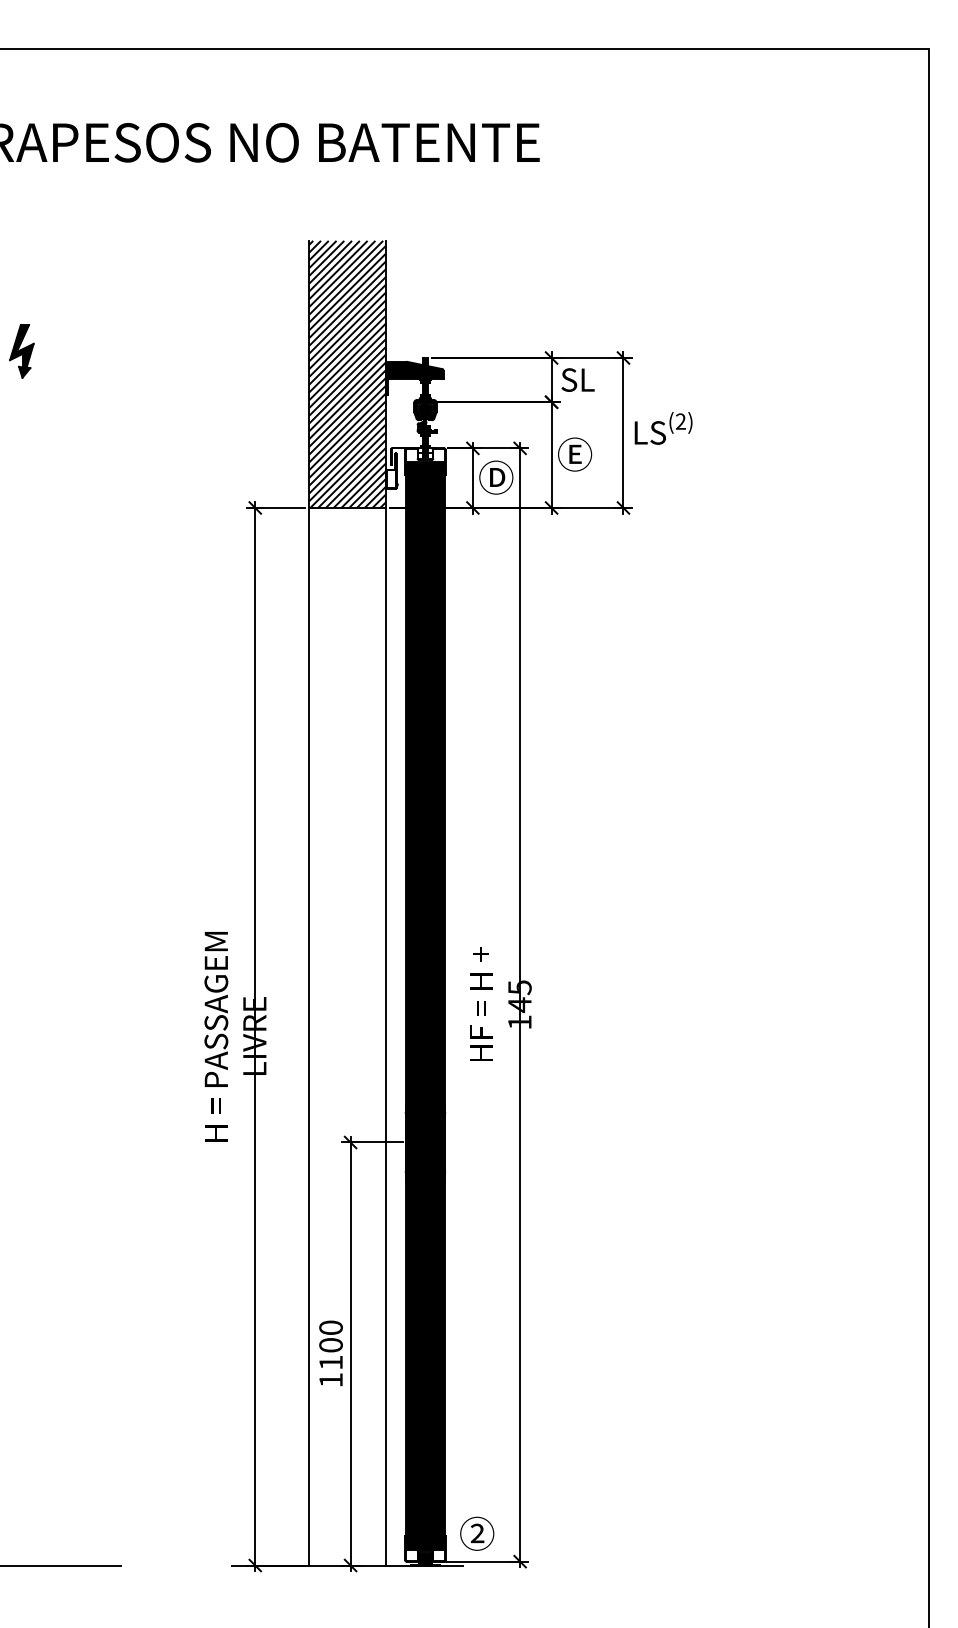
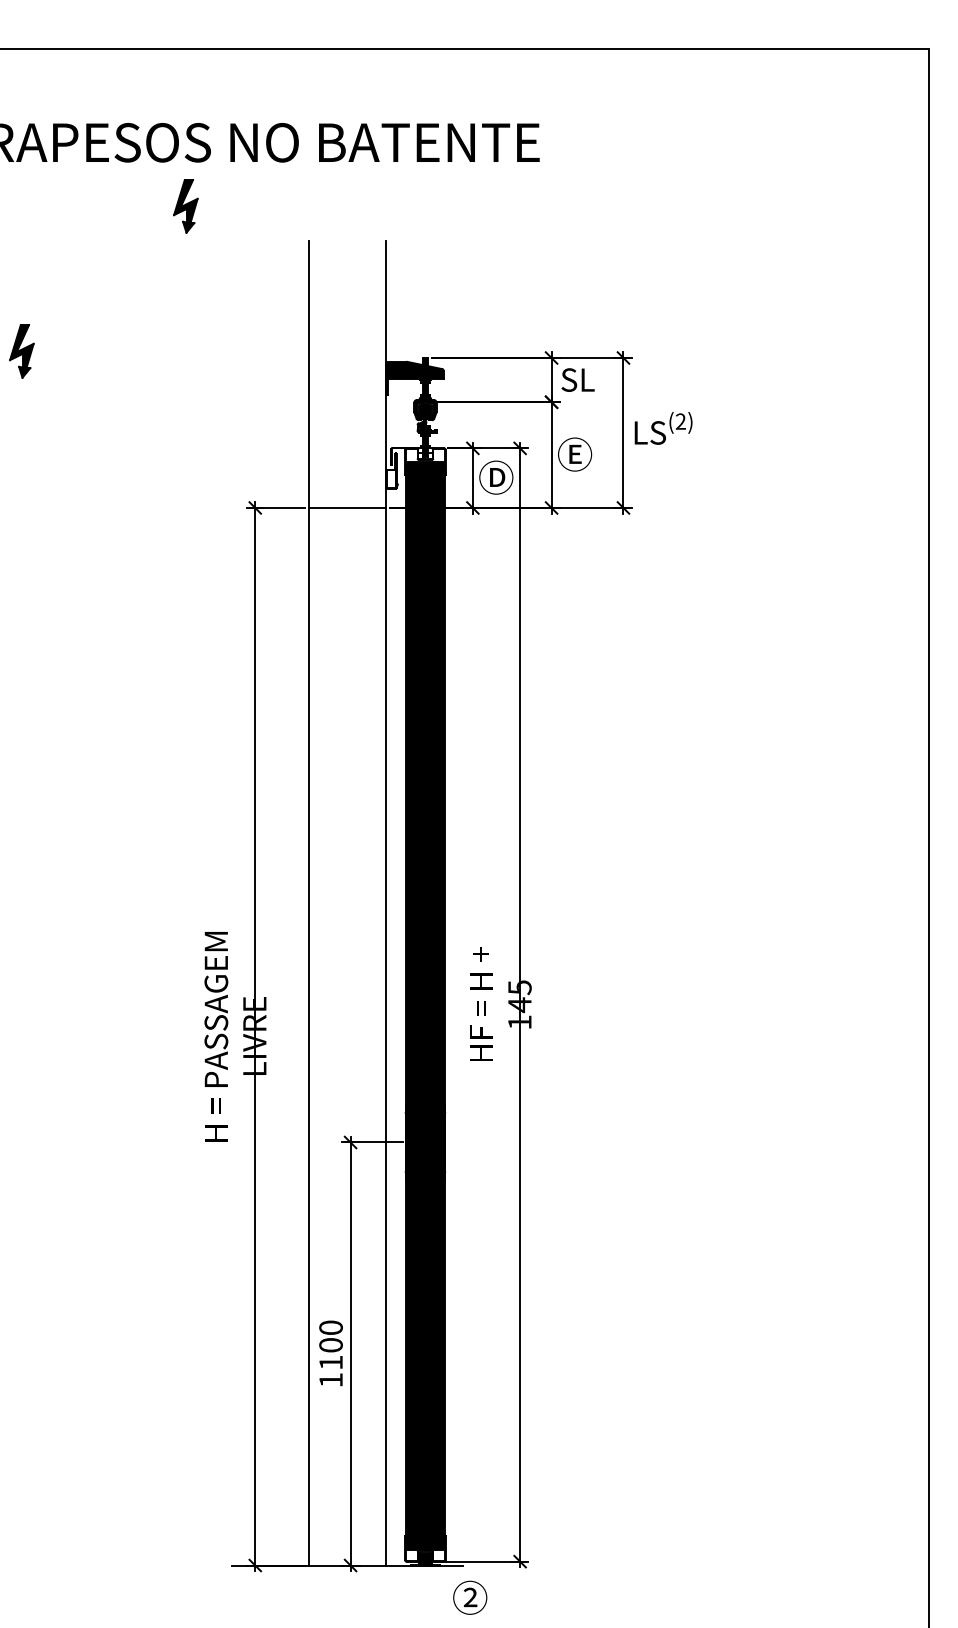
part at (185, 206): none -> present
hatch at (347, 373): present -> none
text at (477, 1533) position: (477, 1533) -> (470, 1597)
line at (61, 1565): present -> none
